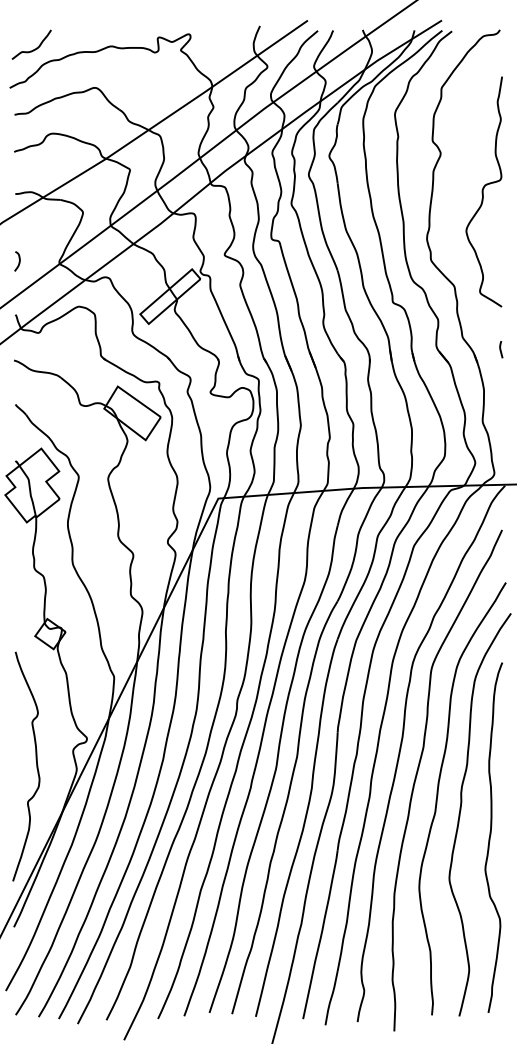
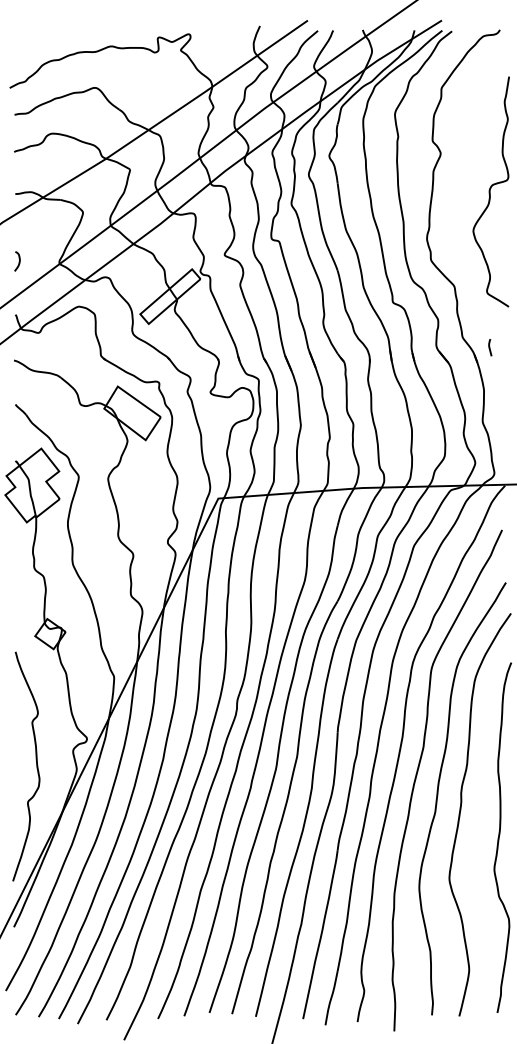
curve at (34, 48): present -> none
curve at (483, 191) position: (483, 191) -> (490, 191)
curve at (501, 349) position: (501, 349) -> (490, 347)
curve at (491, 835) position: (491, 835) -> (500, 835)
